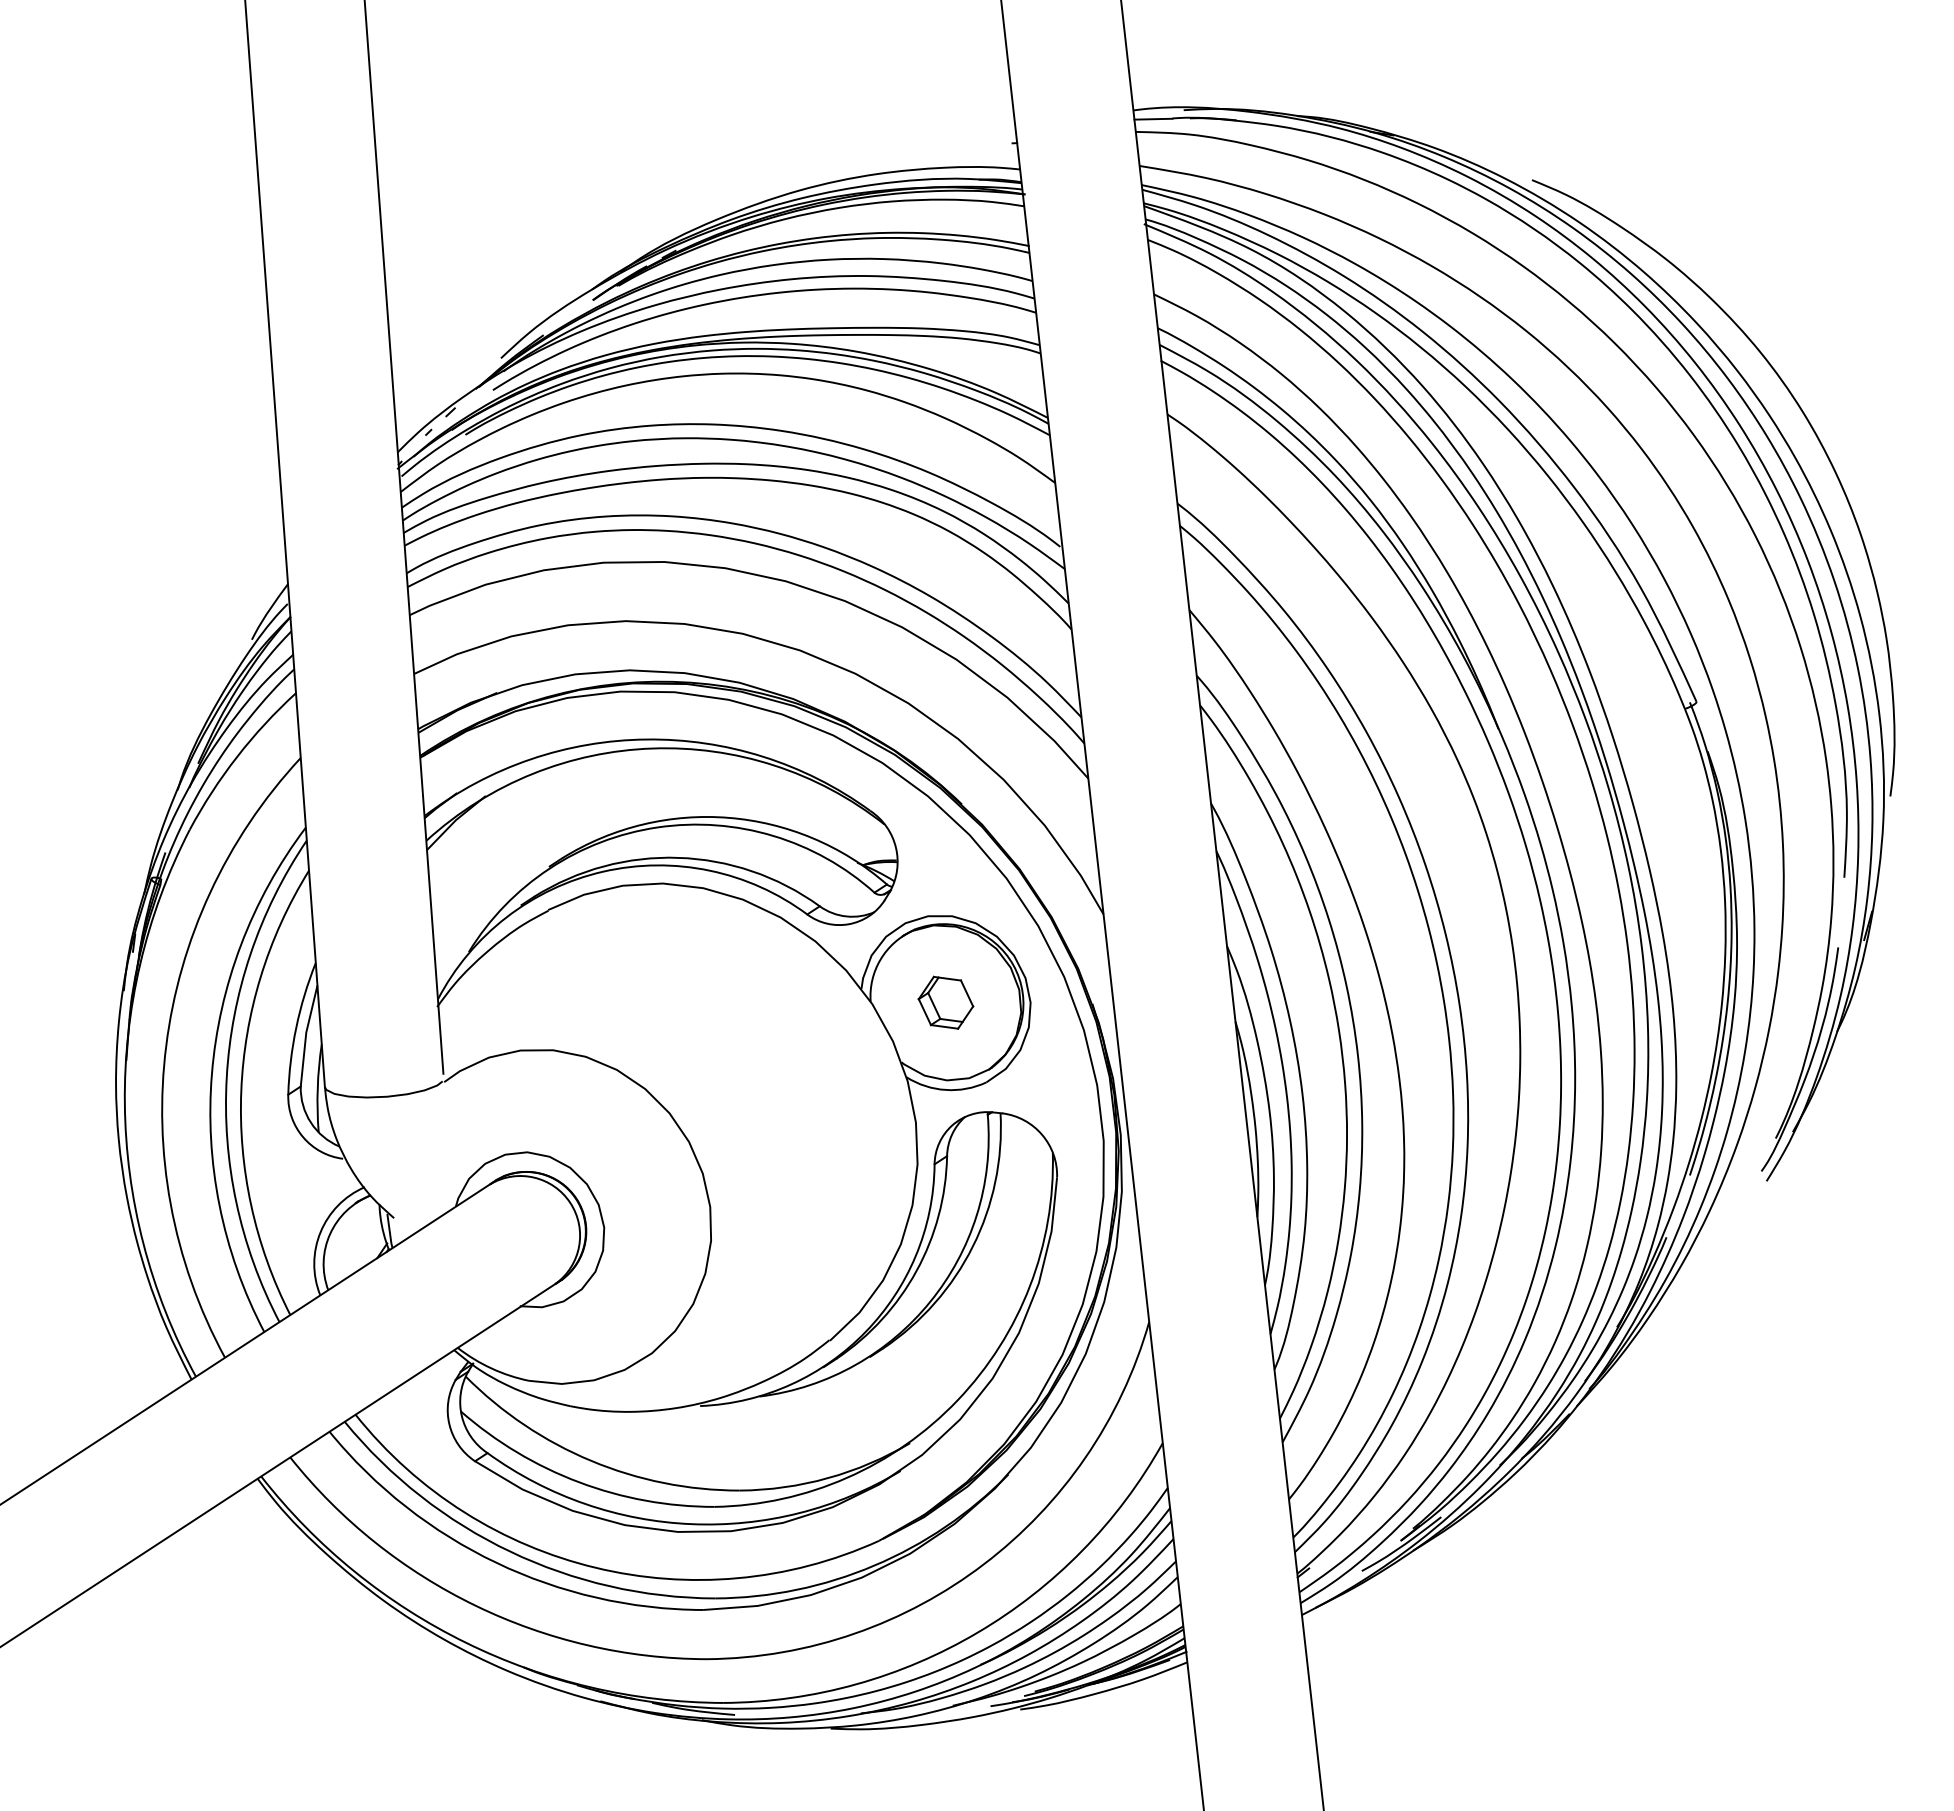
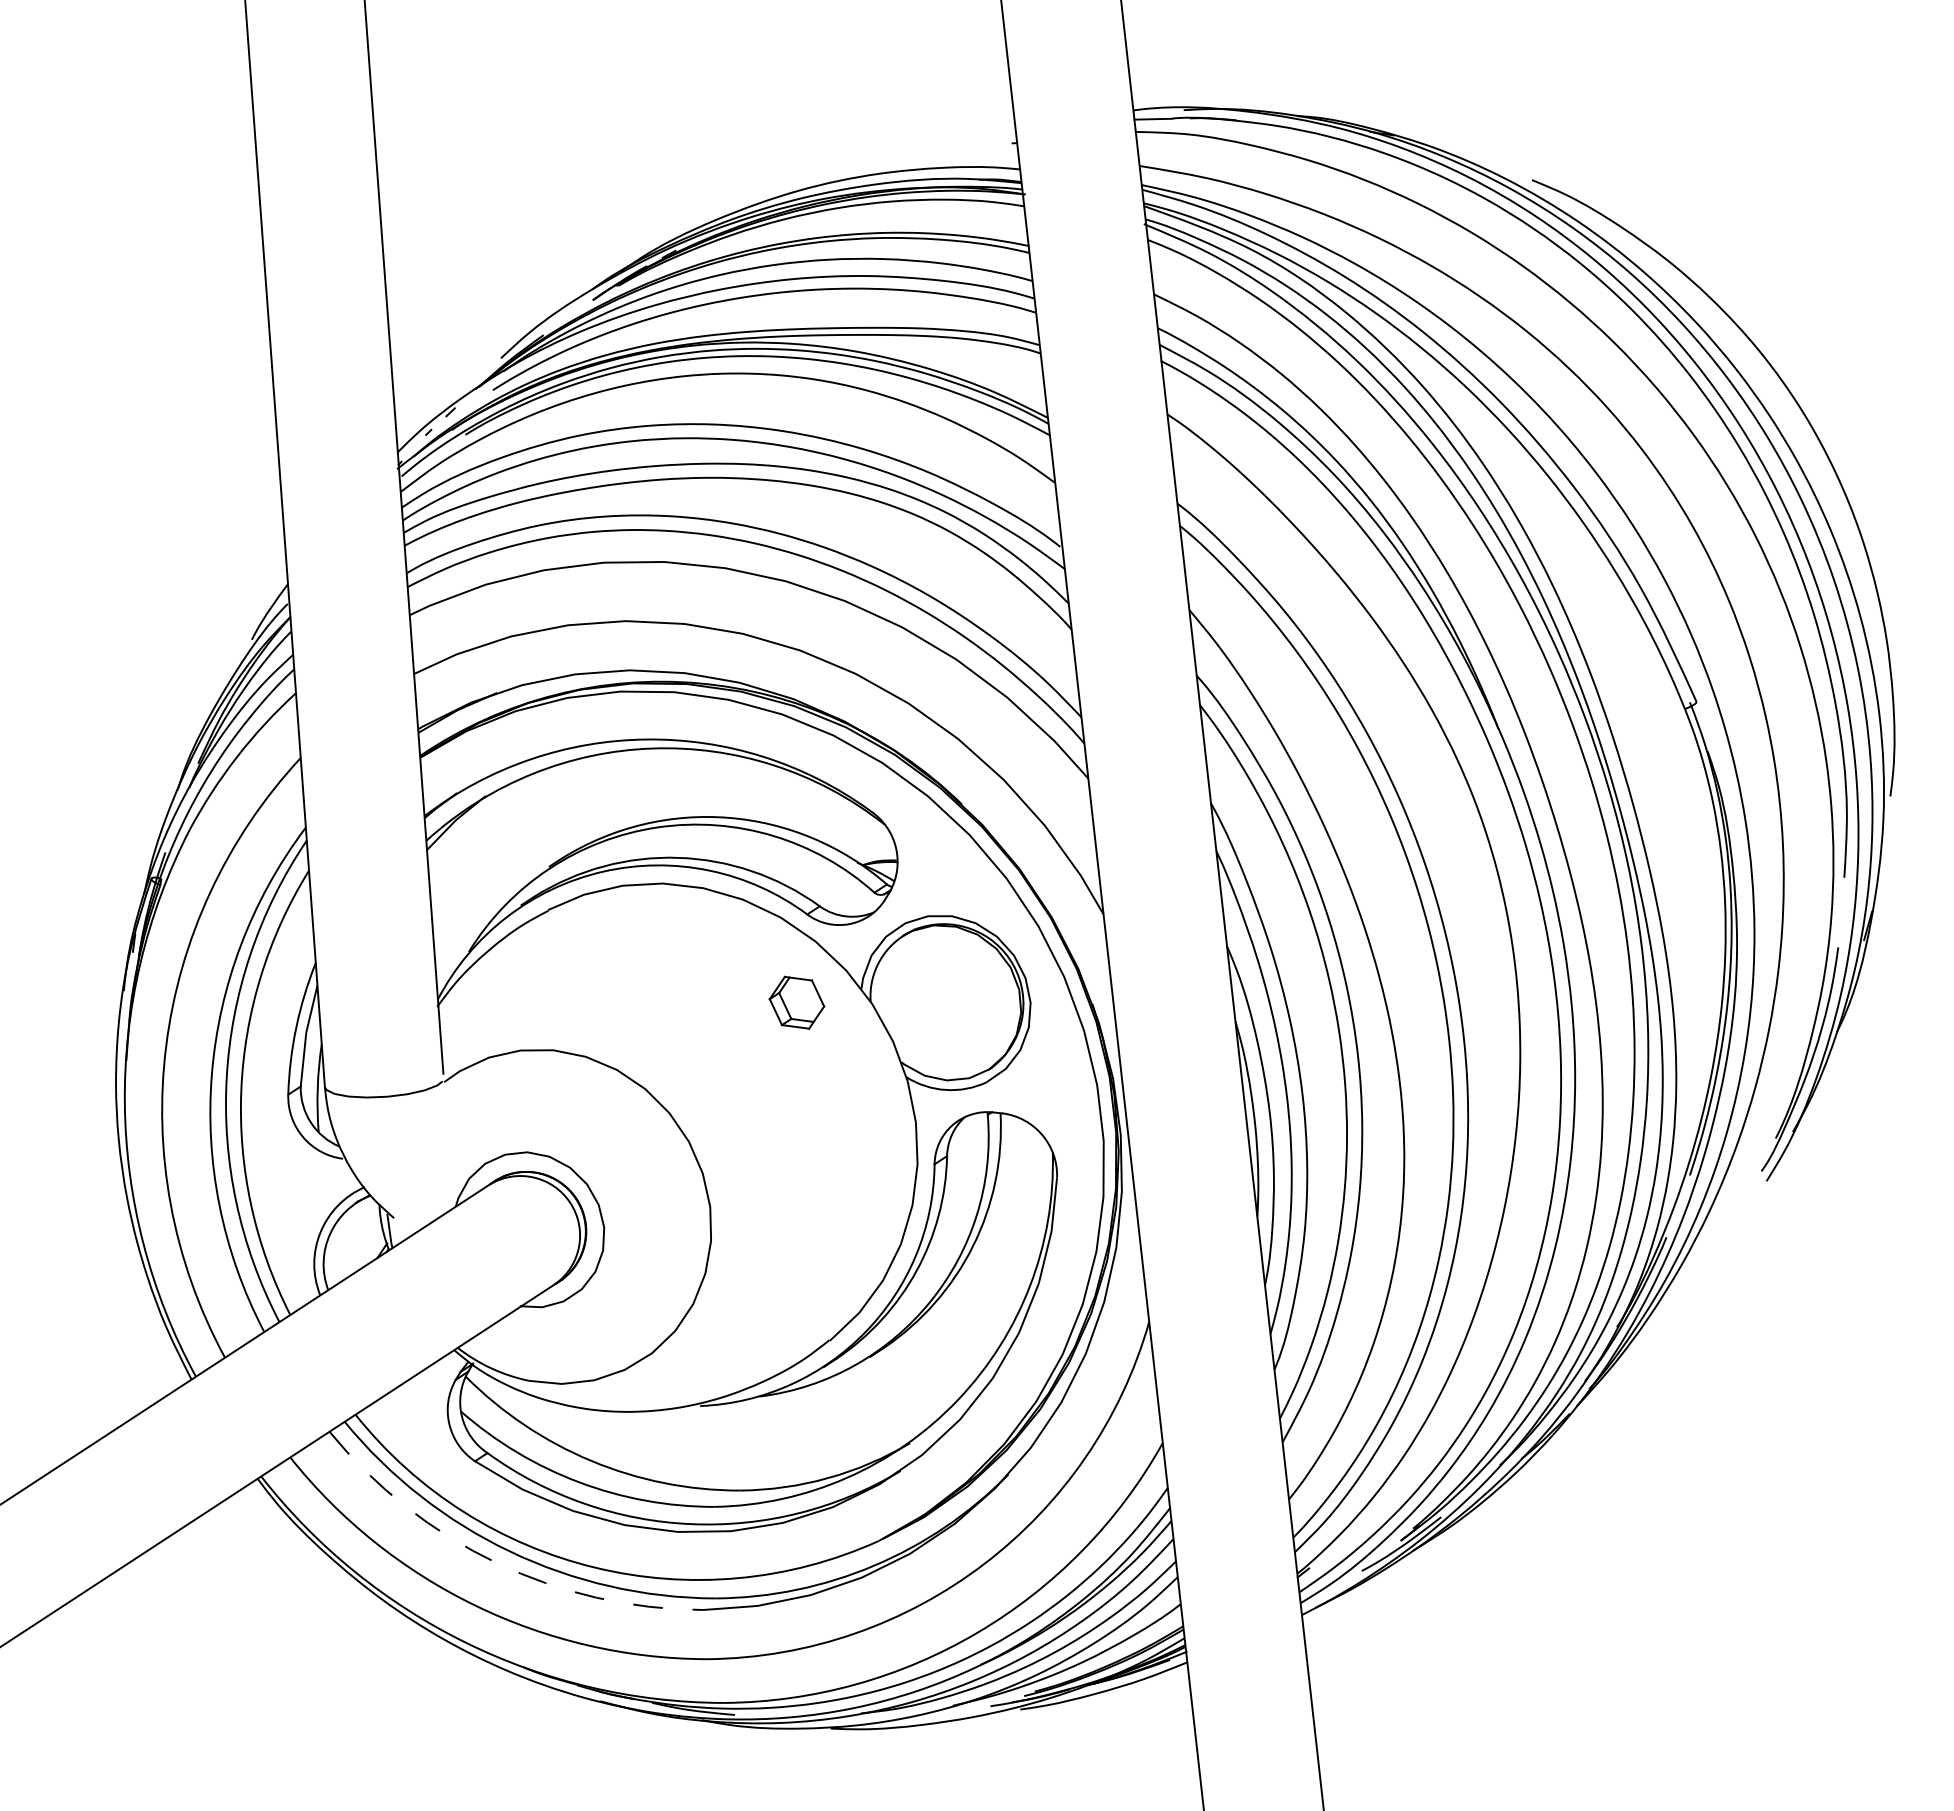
part at (945, 1002) position: (945, 1002) -> (796, 1002)
arc at (496, 1562): solid -> dashed
